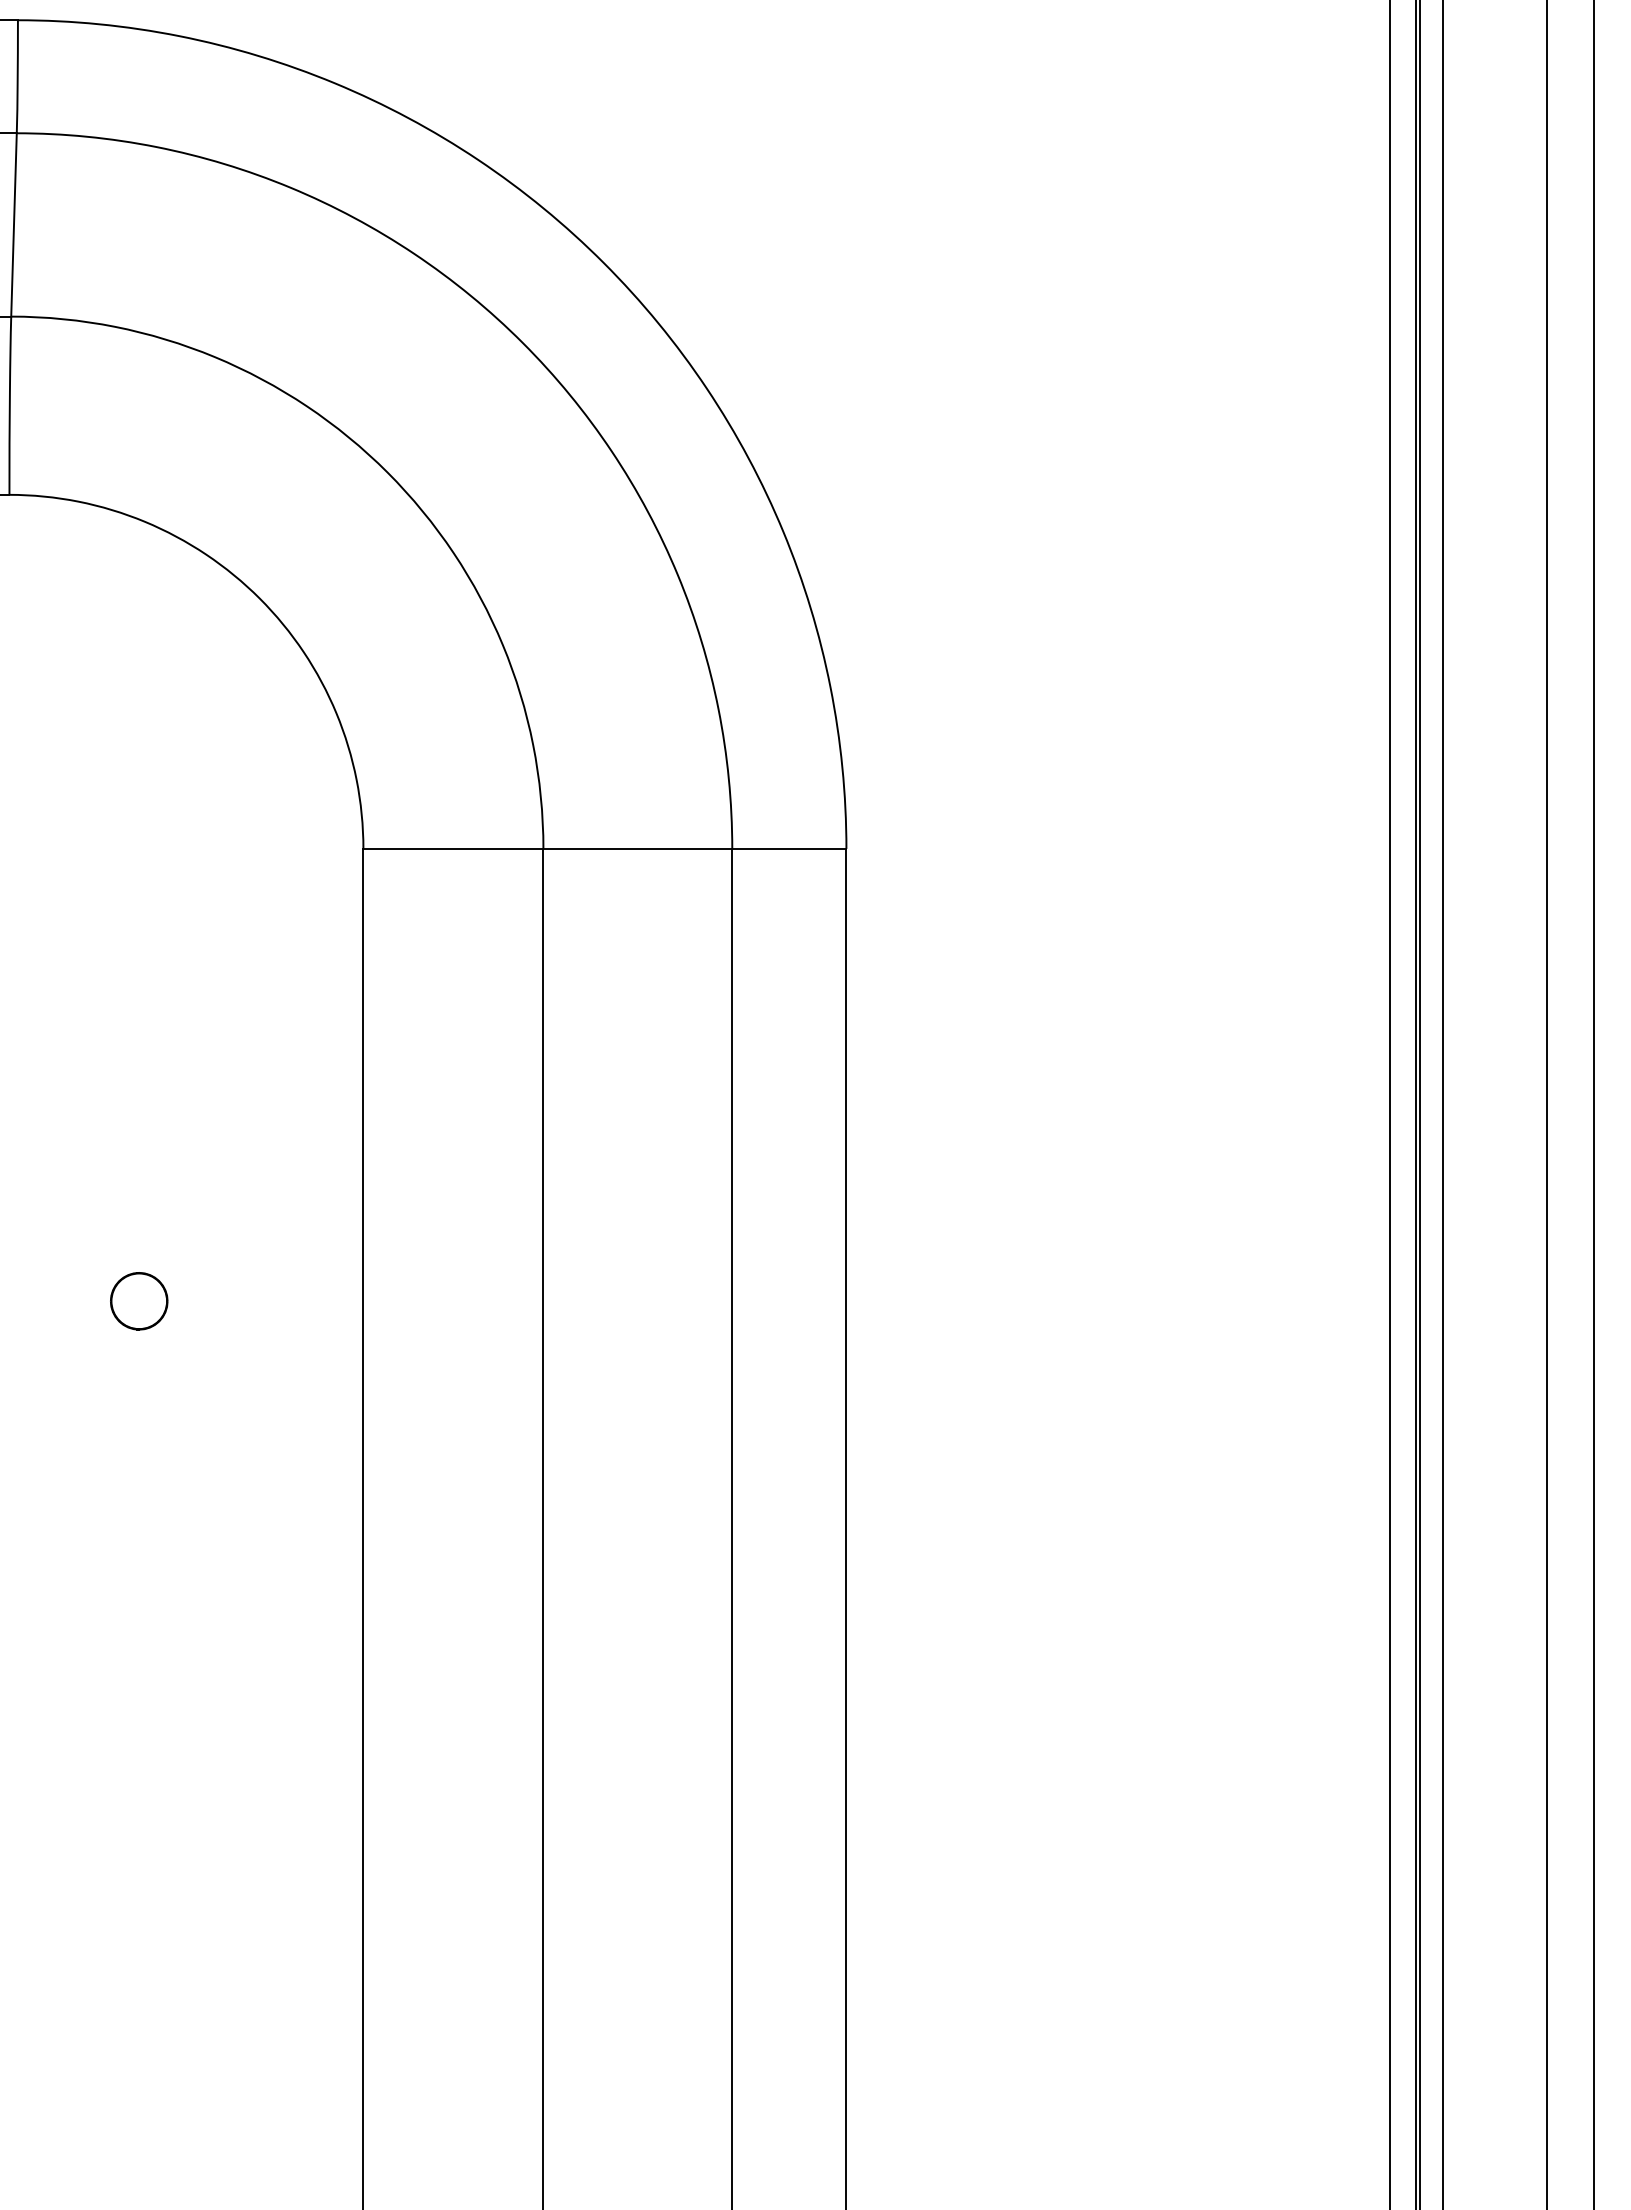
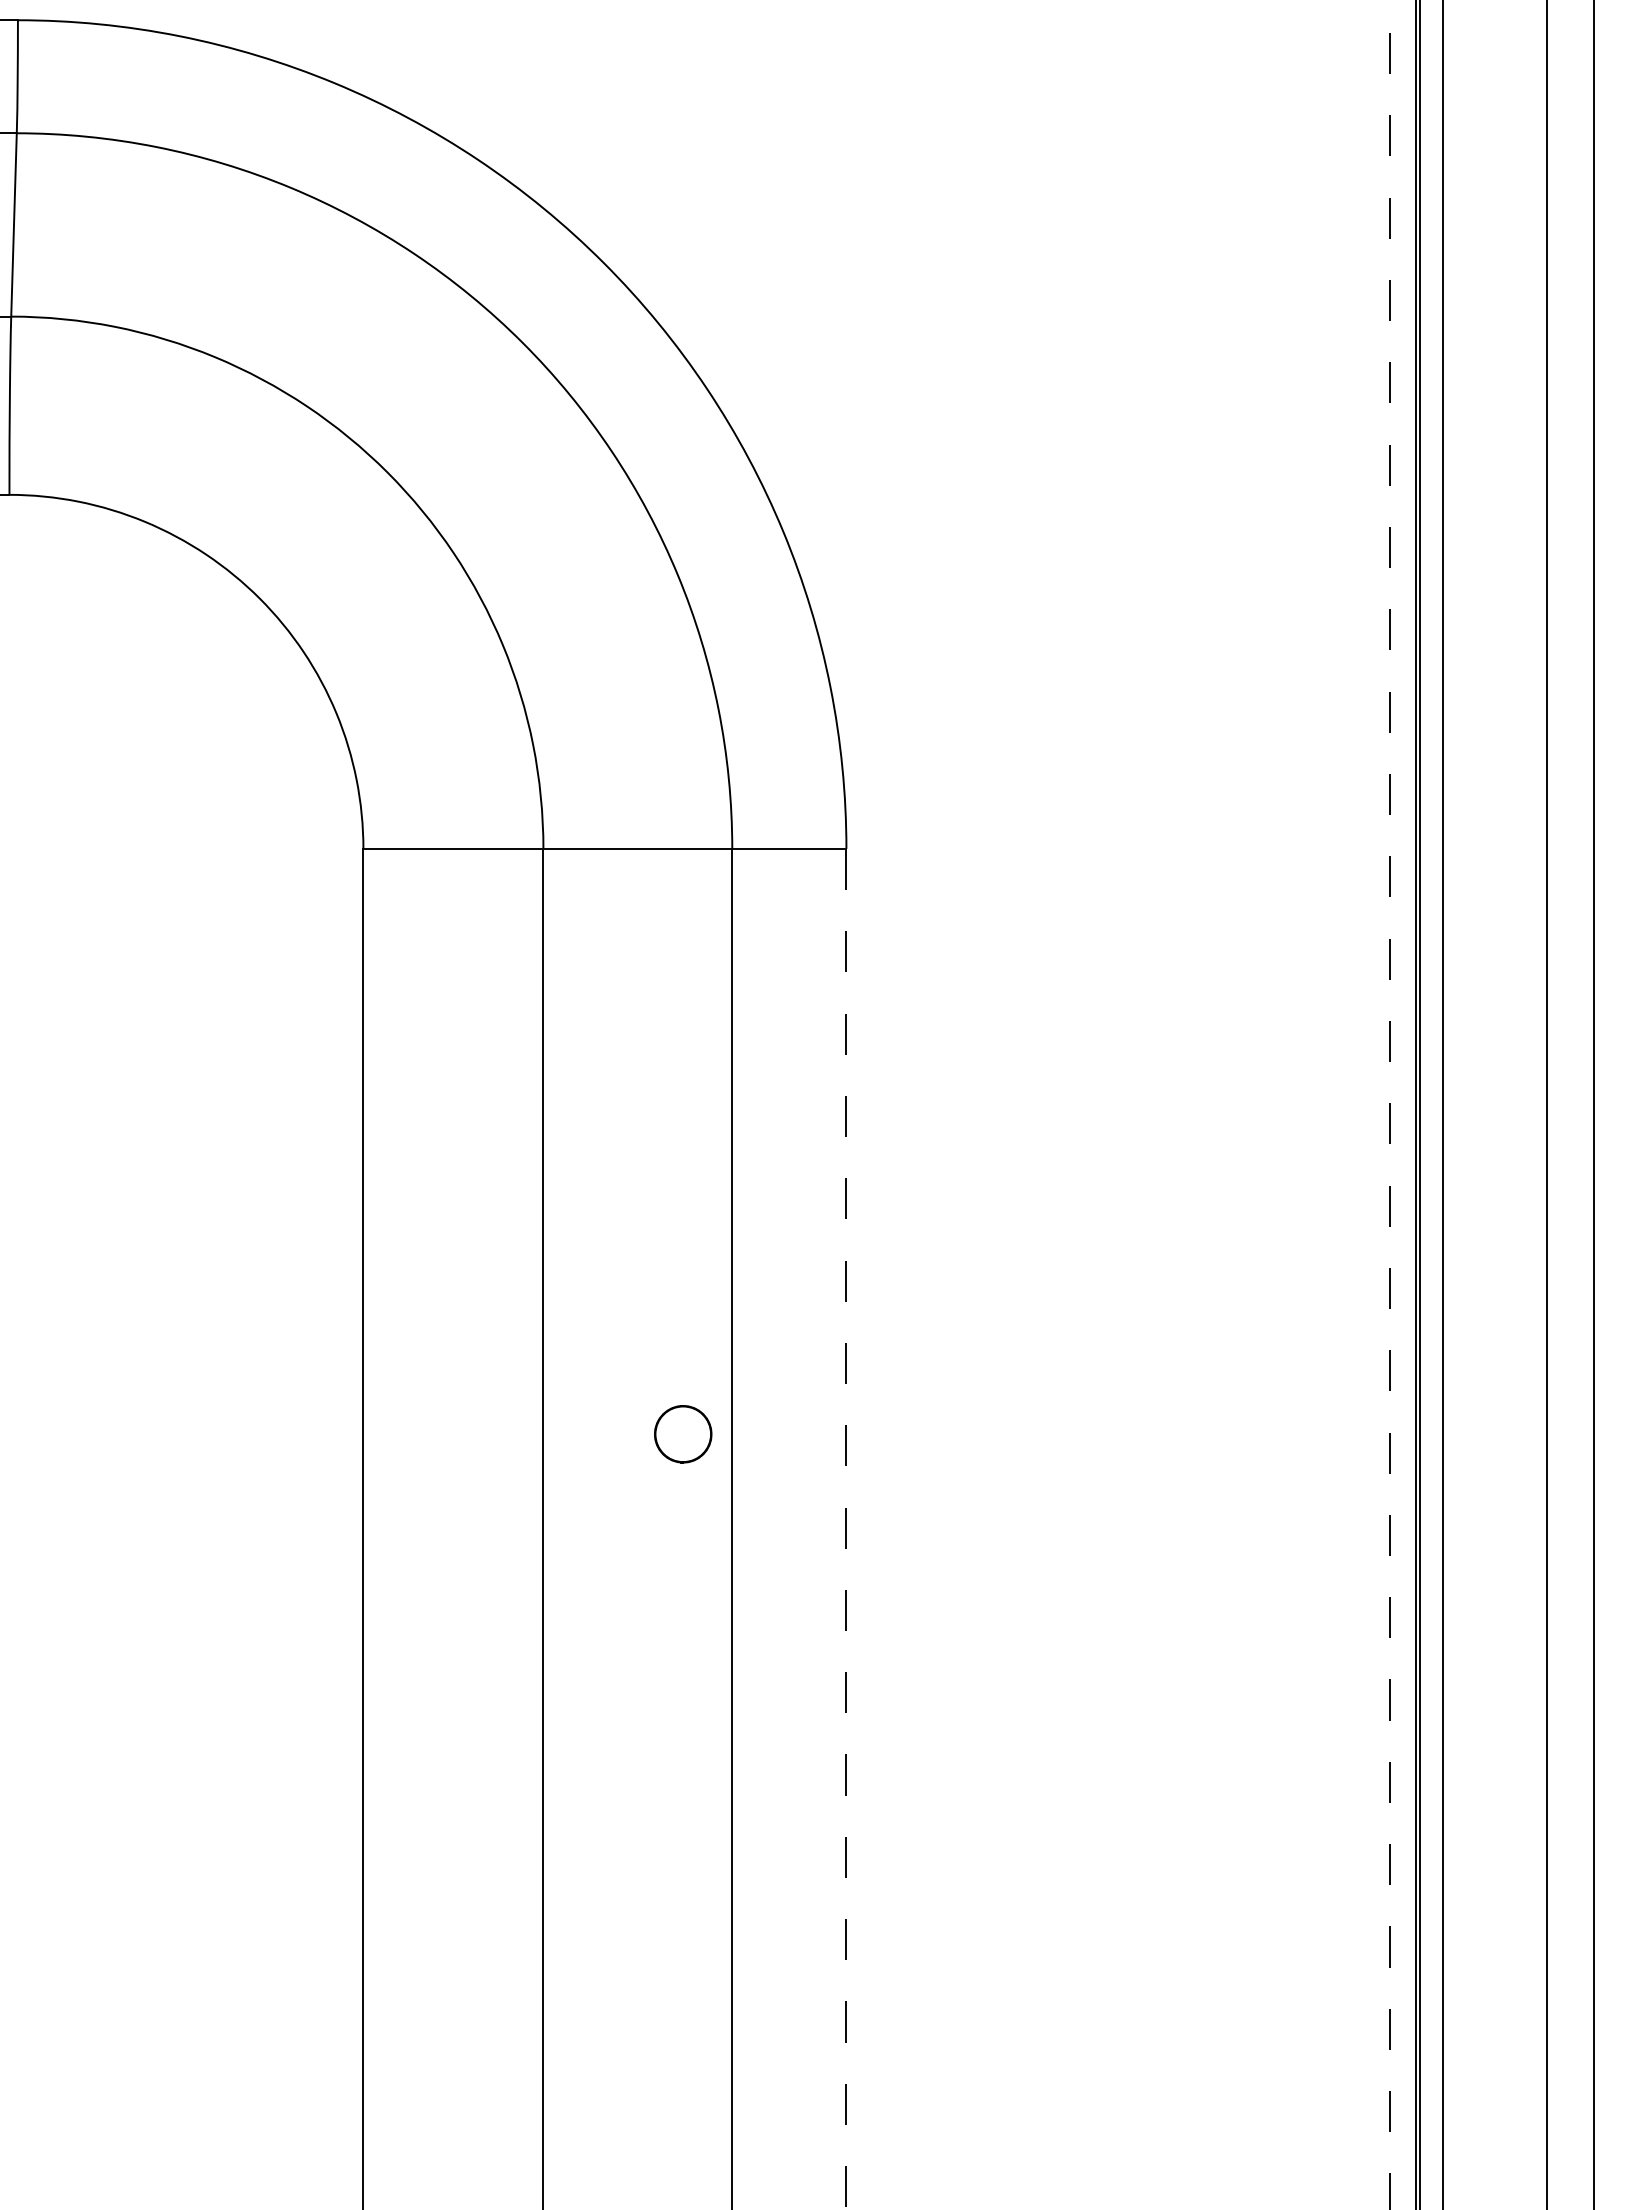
line at (1390, 1105): solid -> dashed
part at (139, 1301) position: (139, 1301) -> (683, 1434)
line at (846, 1529): solid -> dashed
